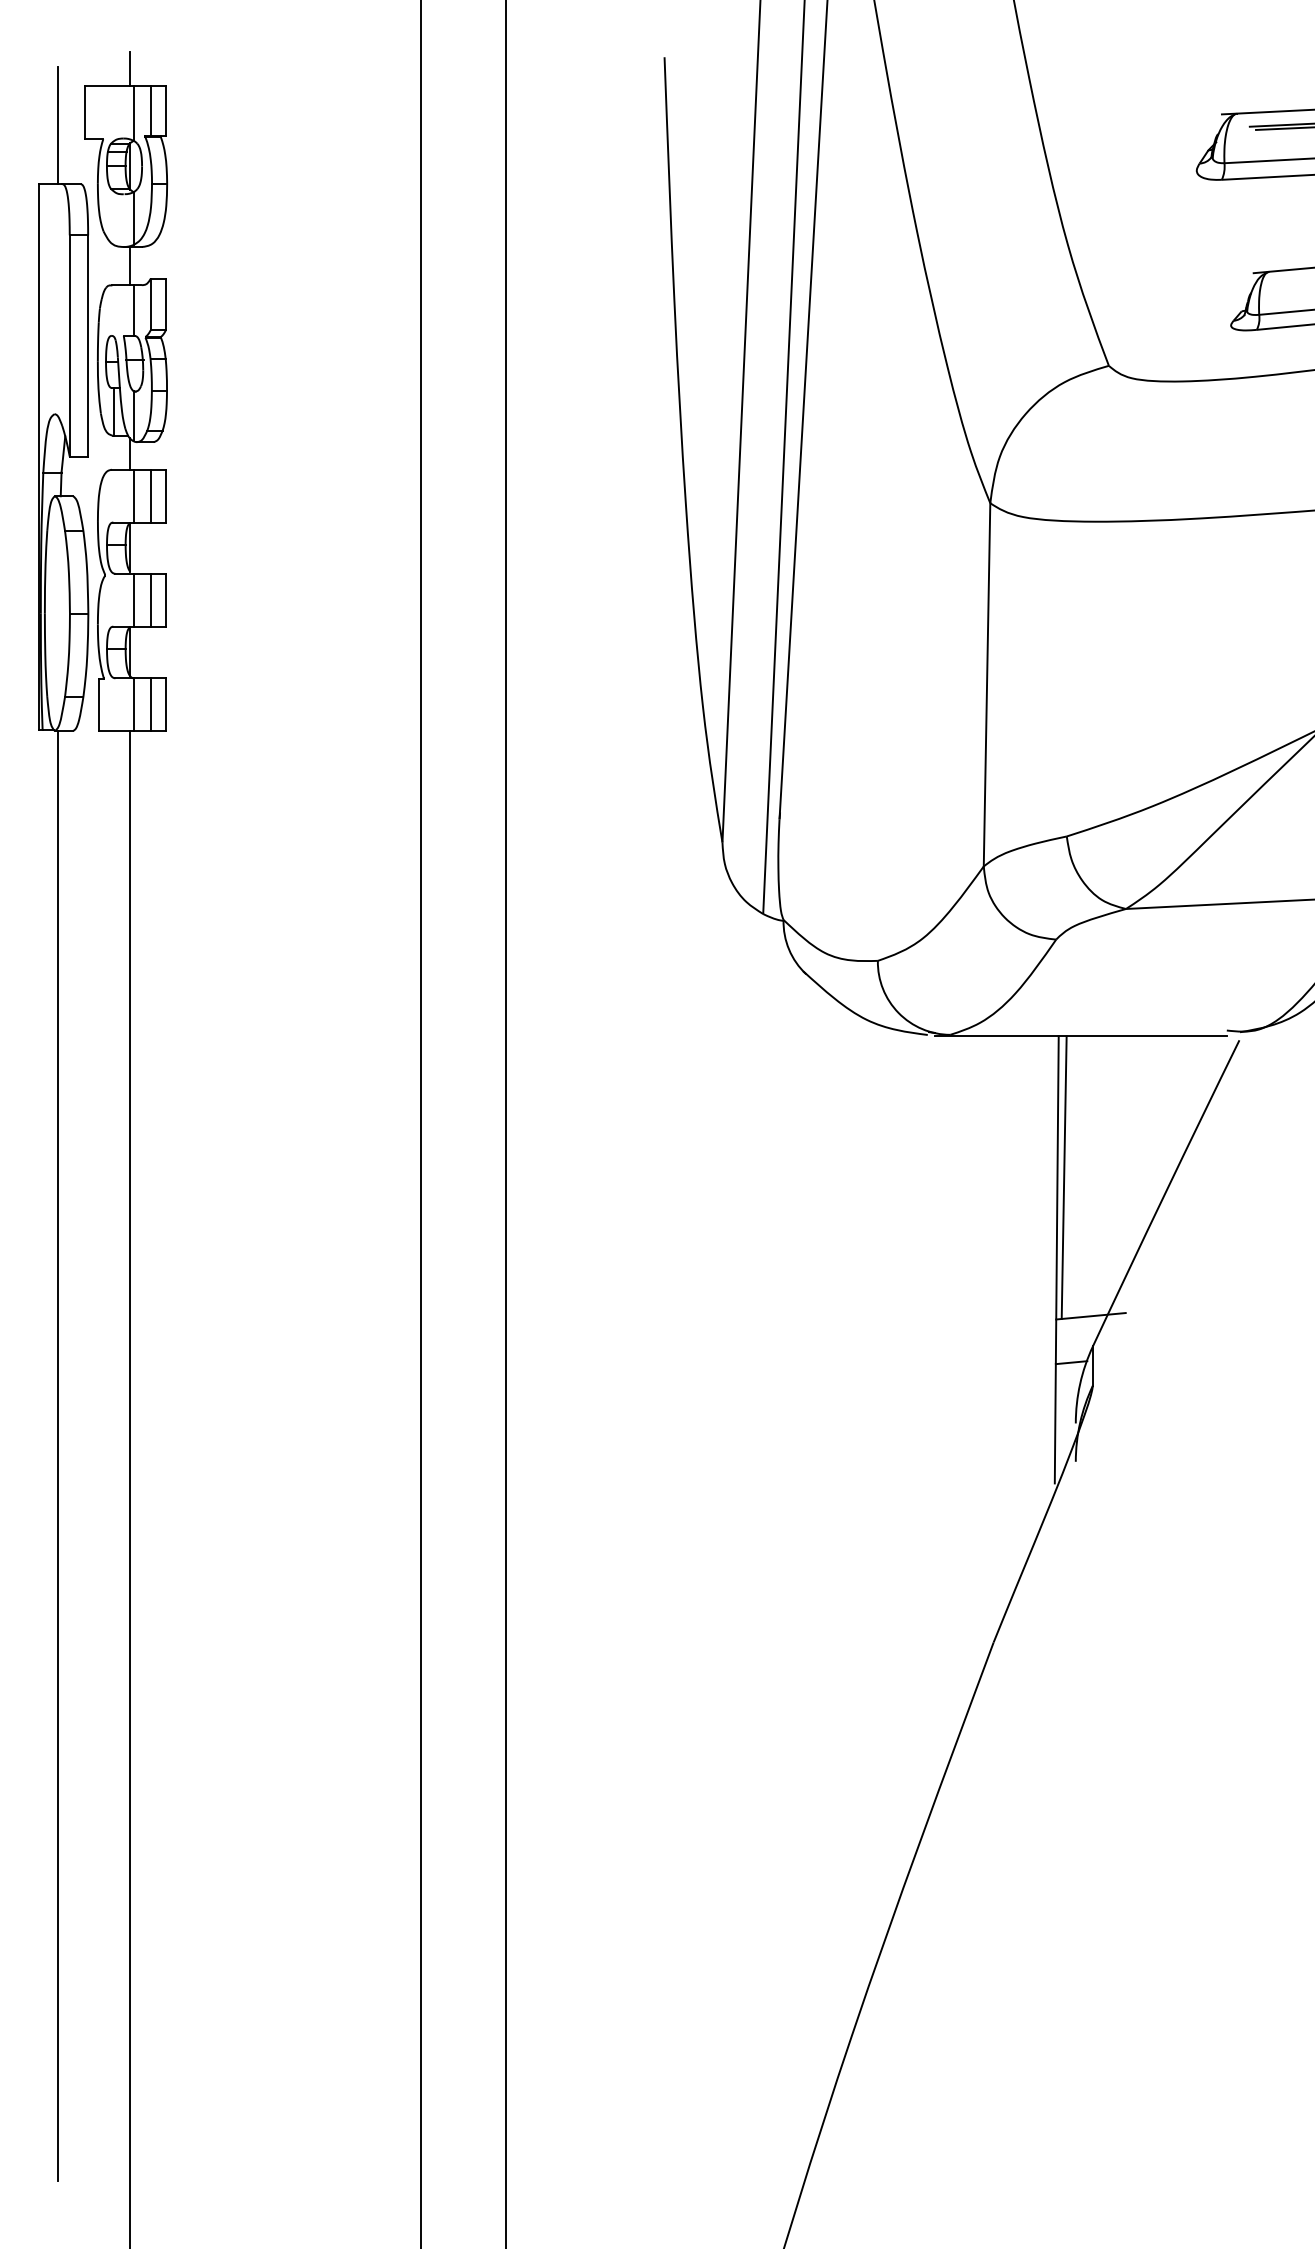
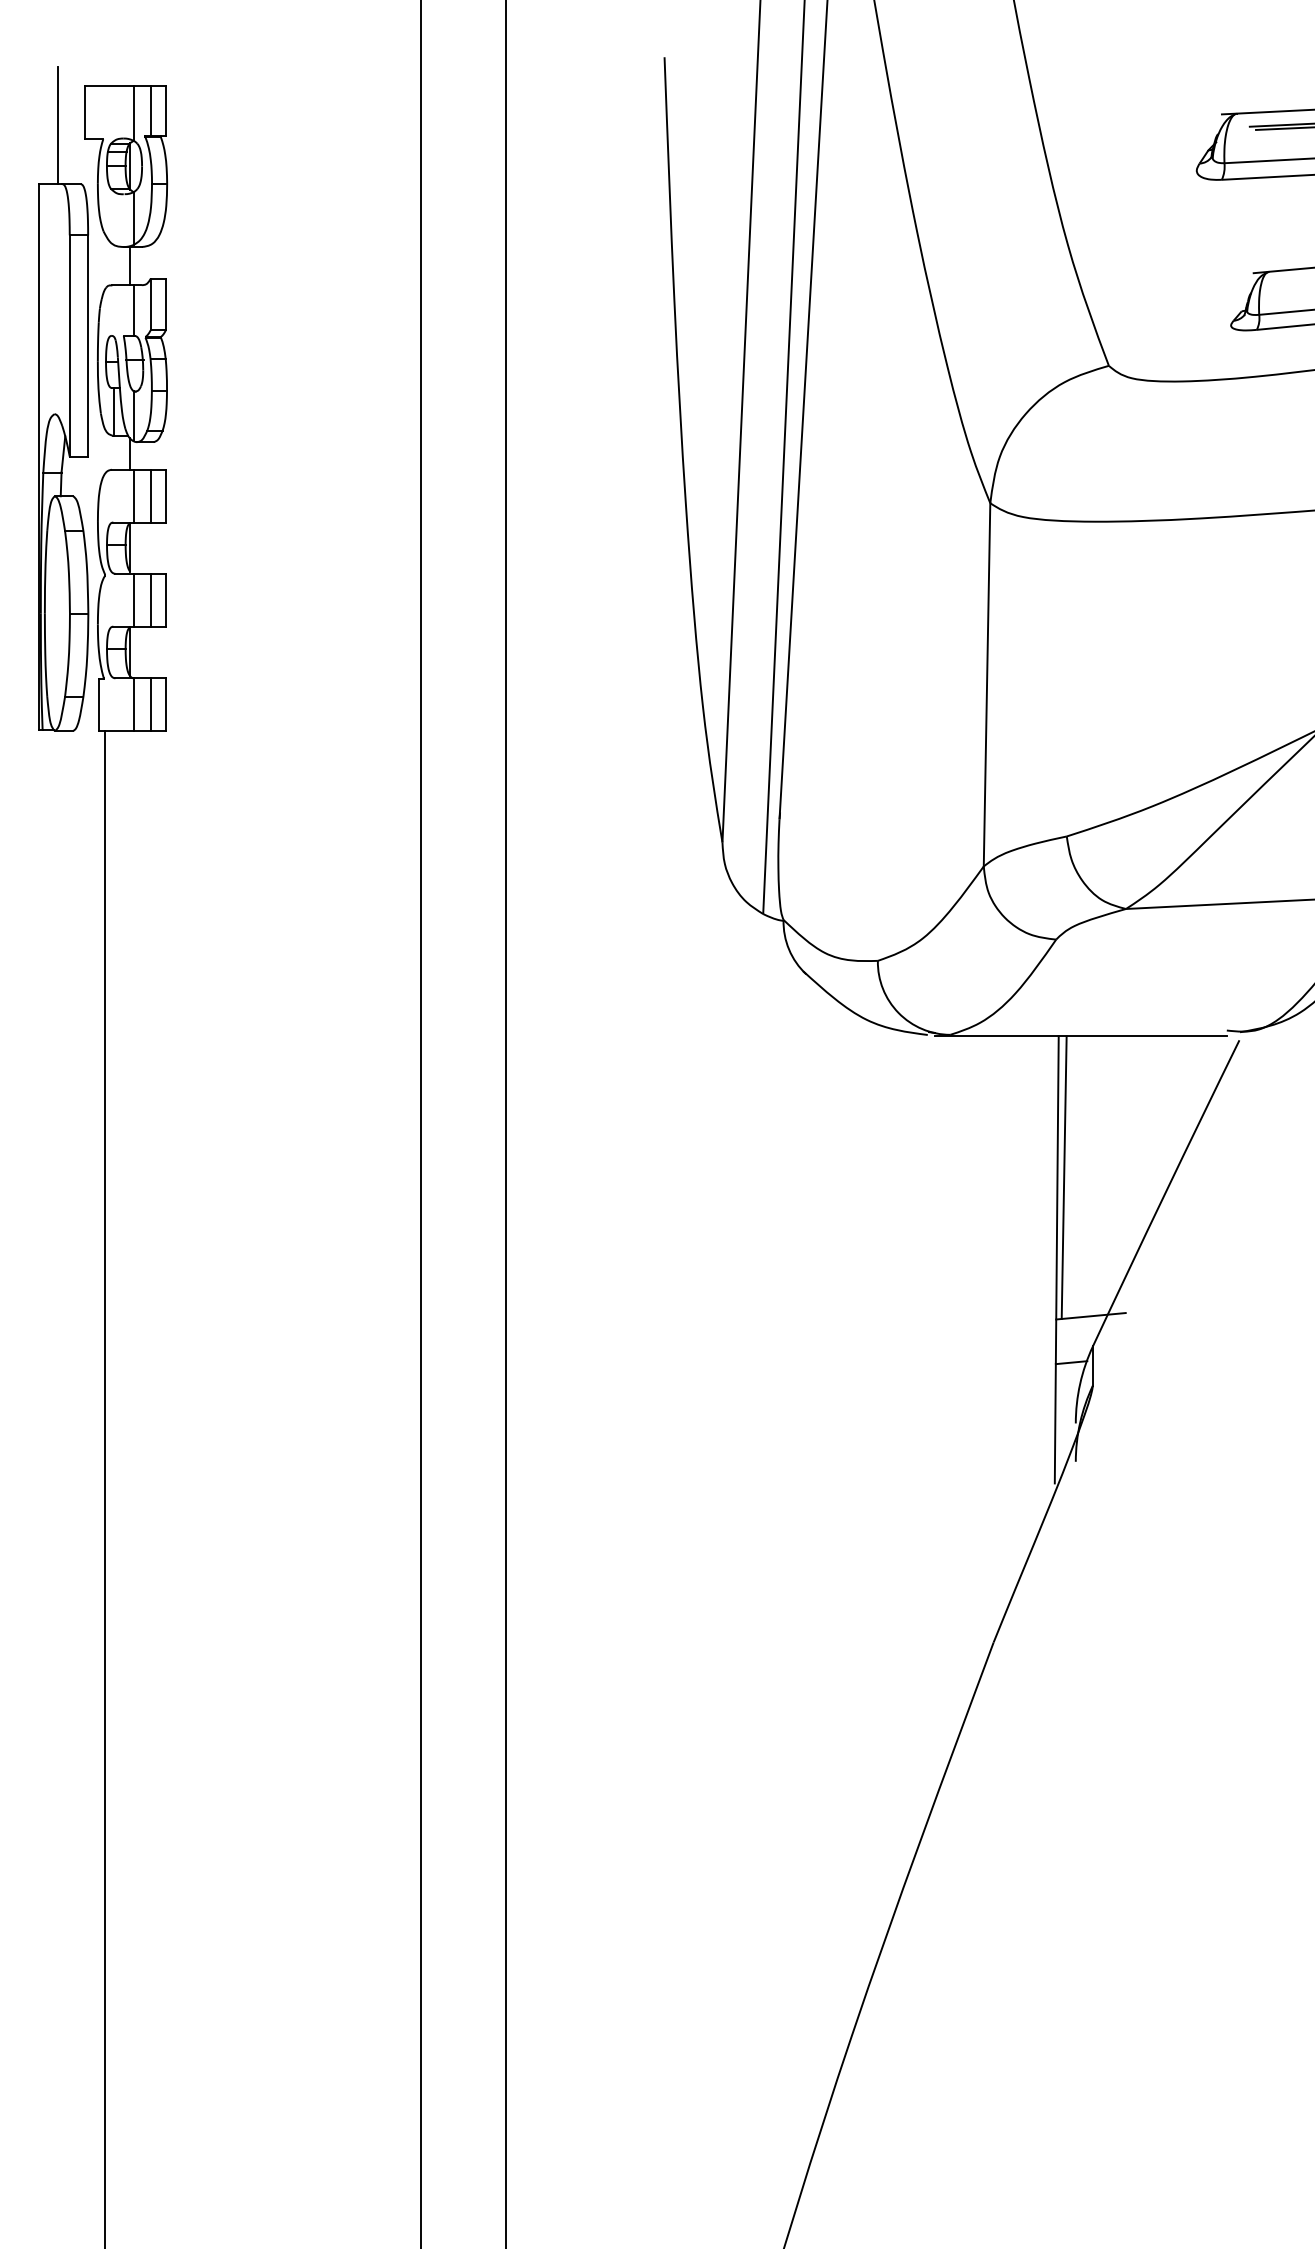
line at (130, 68): present -> none
line at (57, 1455): present -> none
line at (130, 1487) position: (130, 1487) -> (105, 1487)
